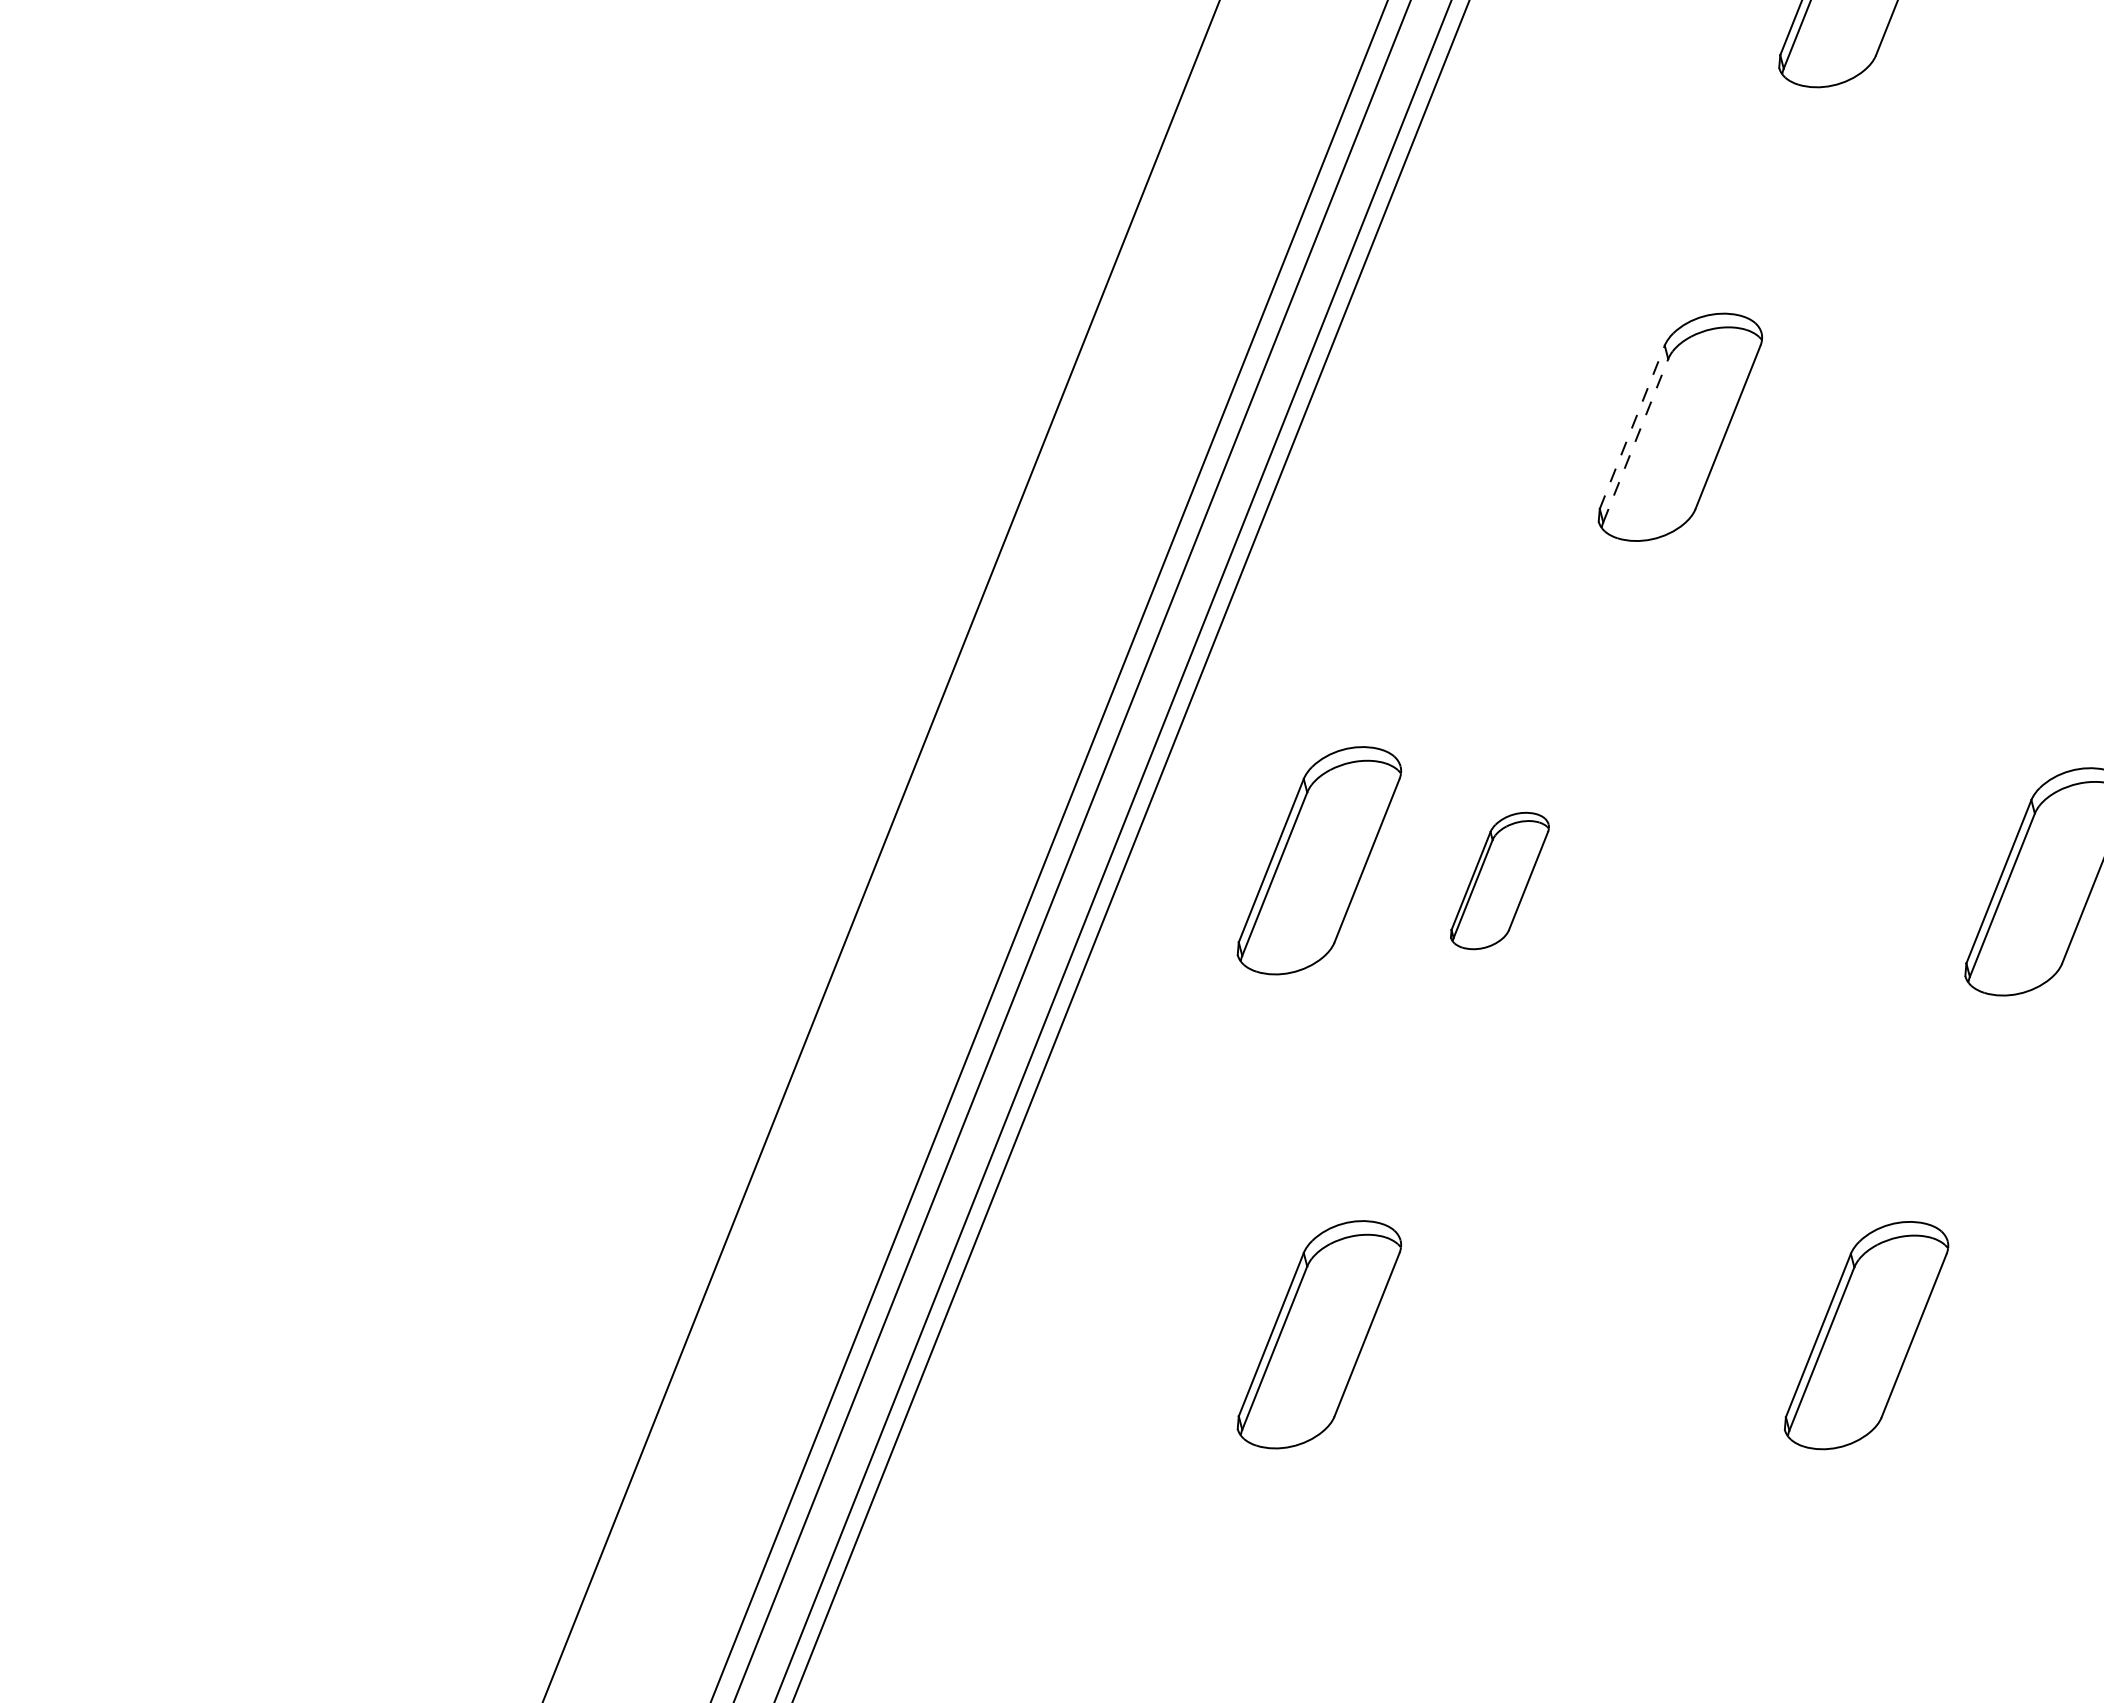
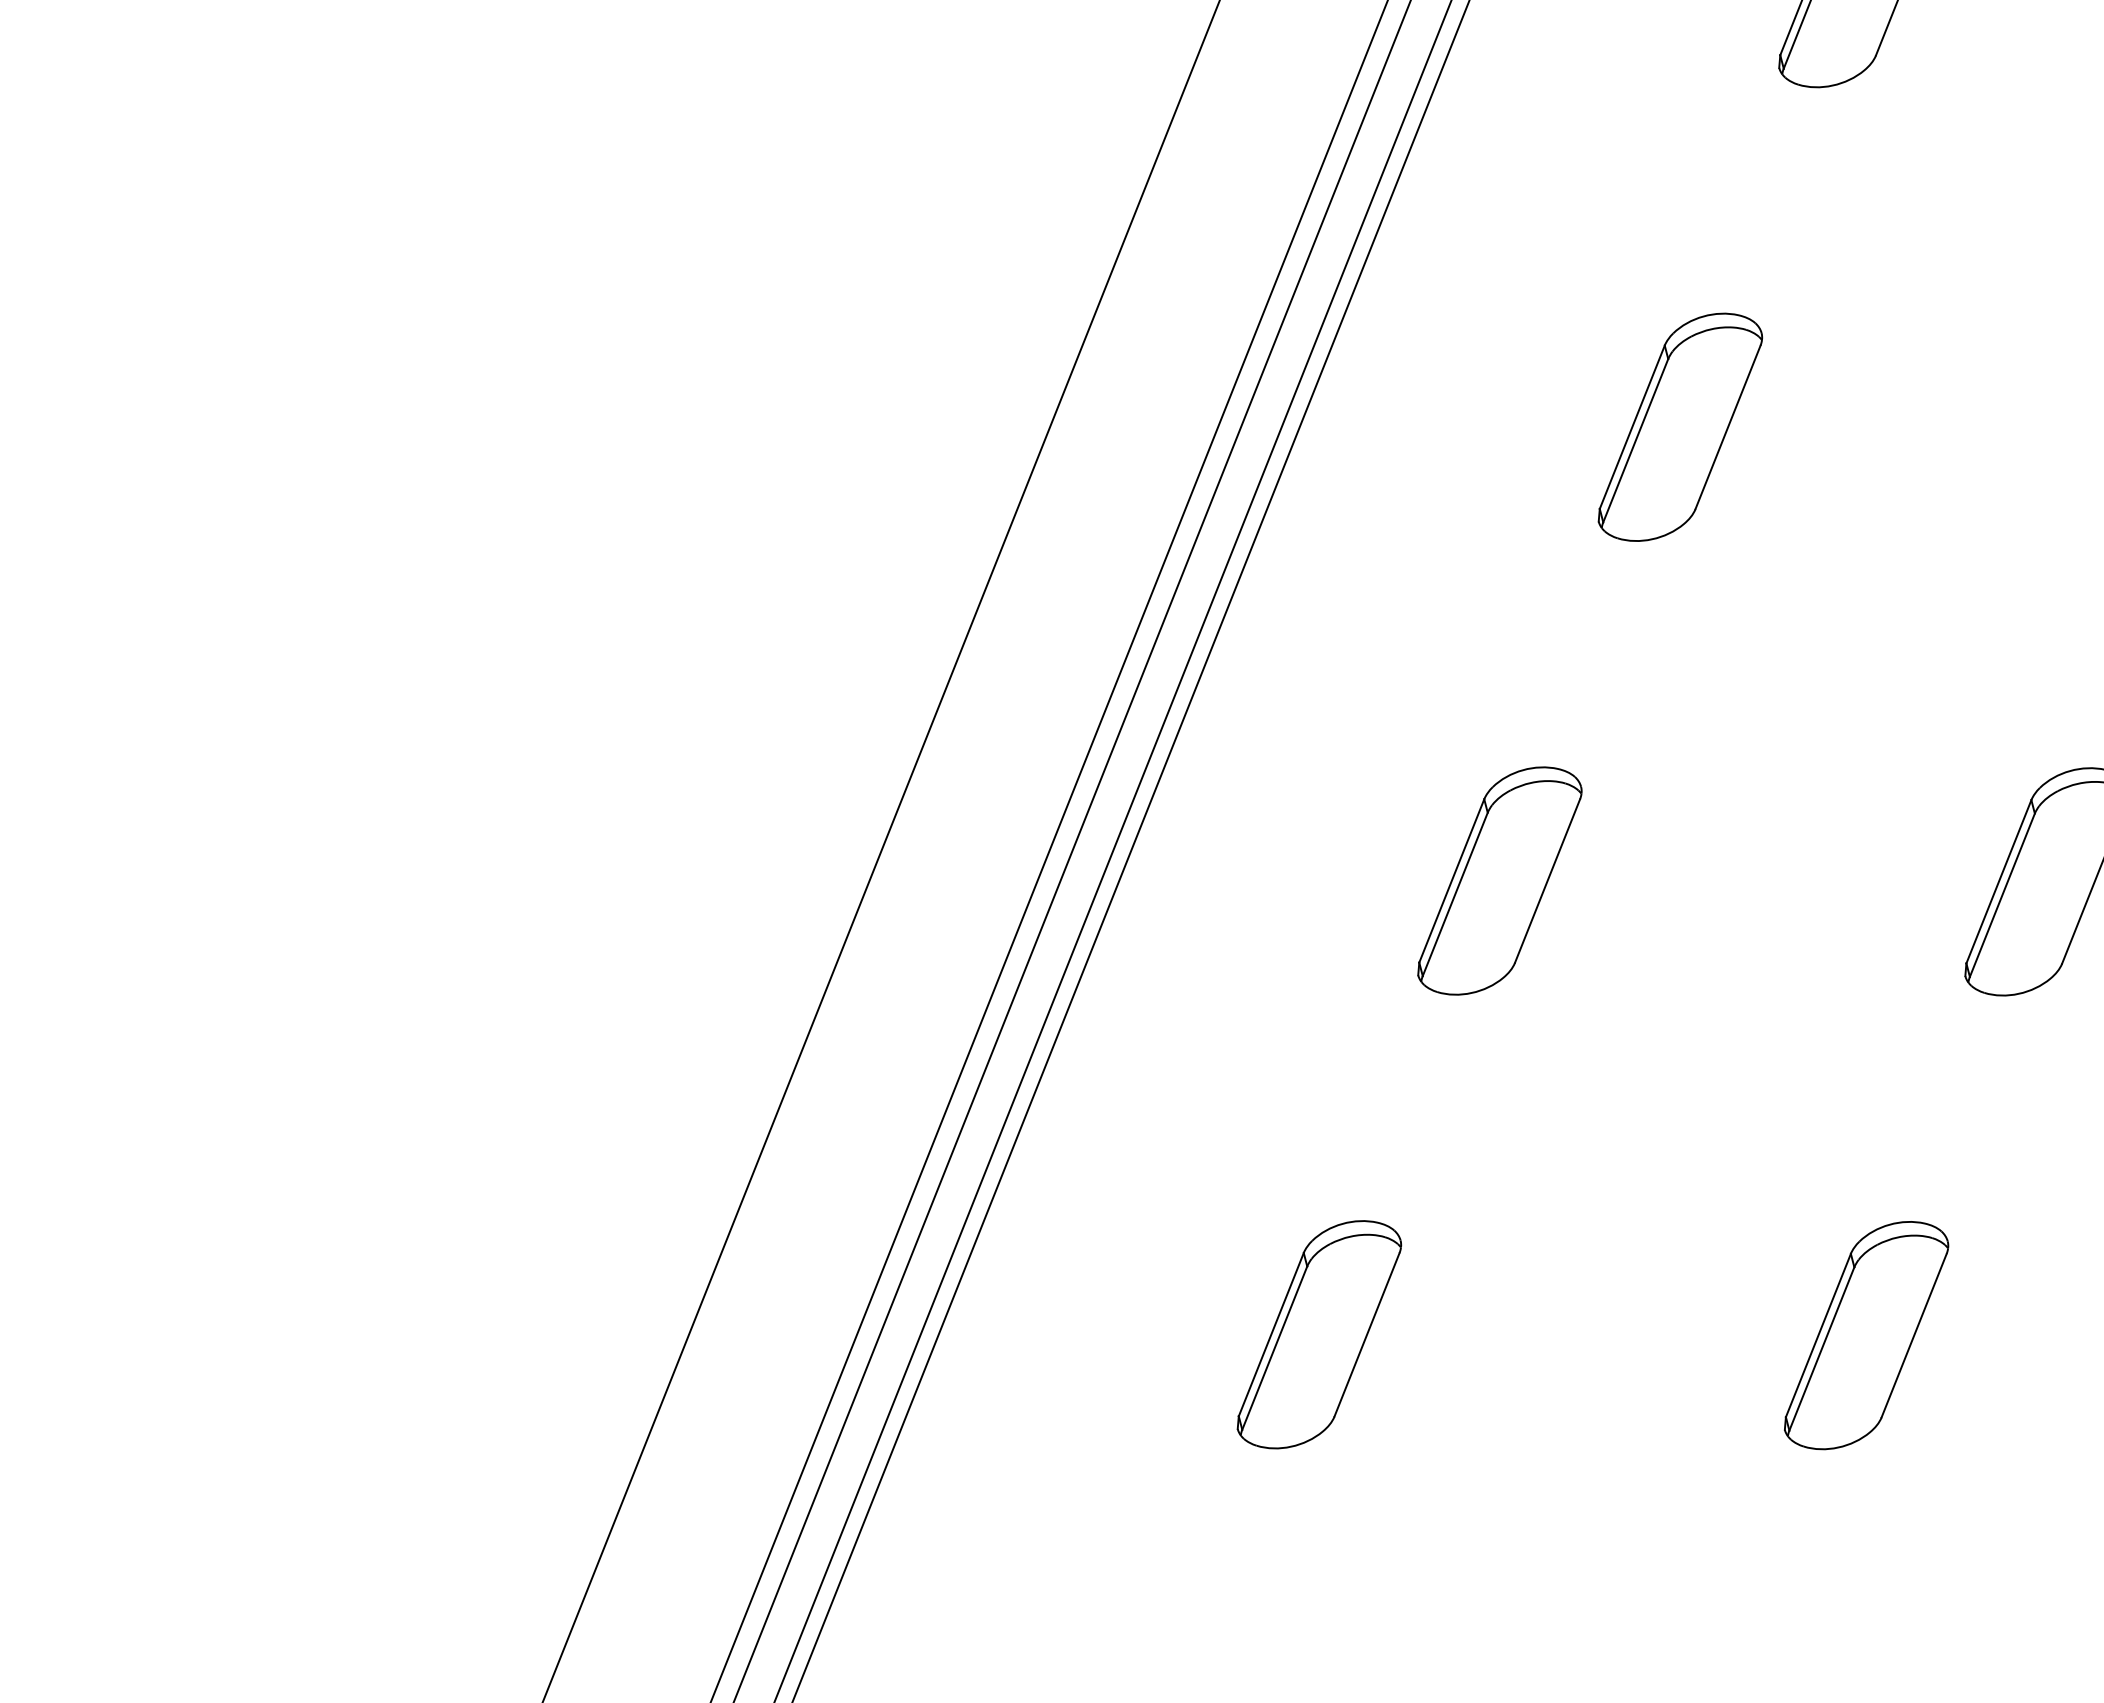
line at (1632, 427): dashed -> solid
line at (1635, 440): dashed -> solid
part at (1319, 860): present -> none
part at (1499, 880) size: 100x140 px -> 166x230 px
